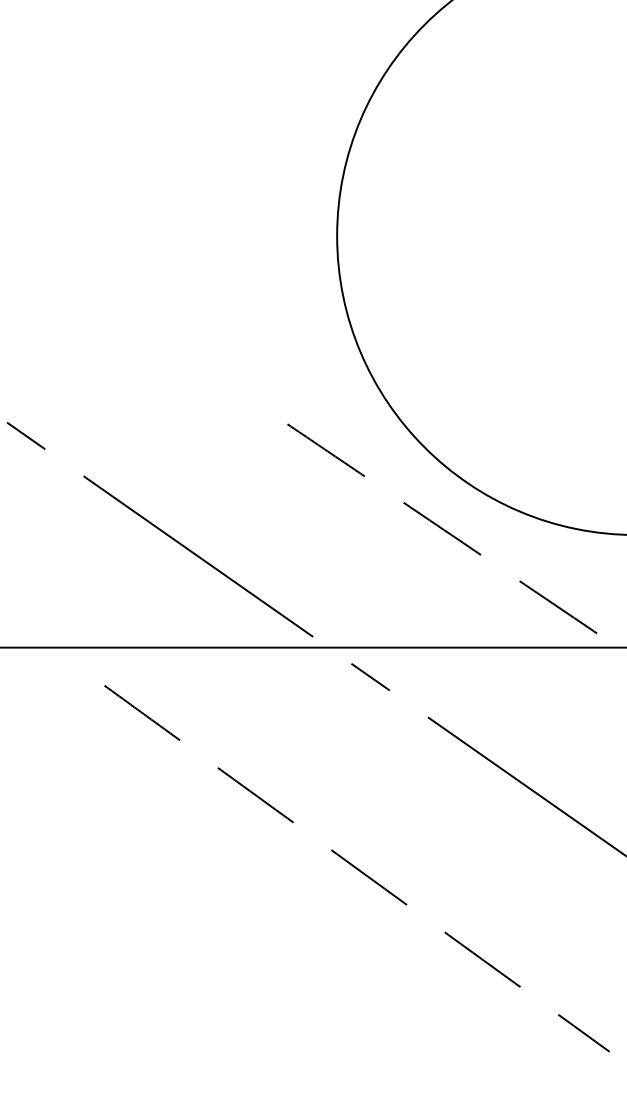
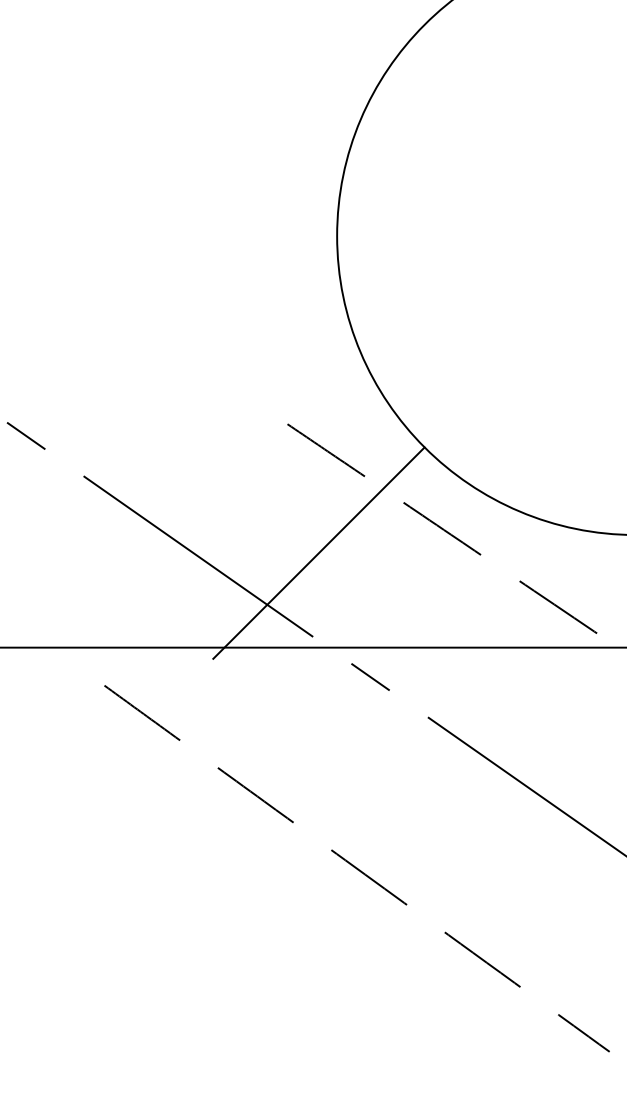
line at (318, 552): none -> present
